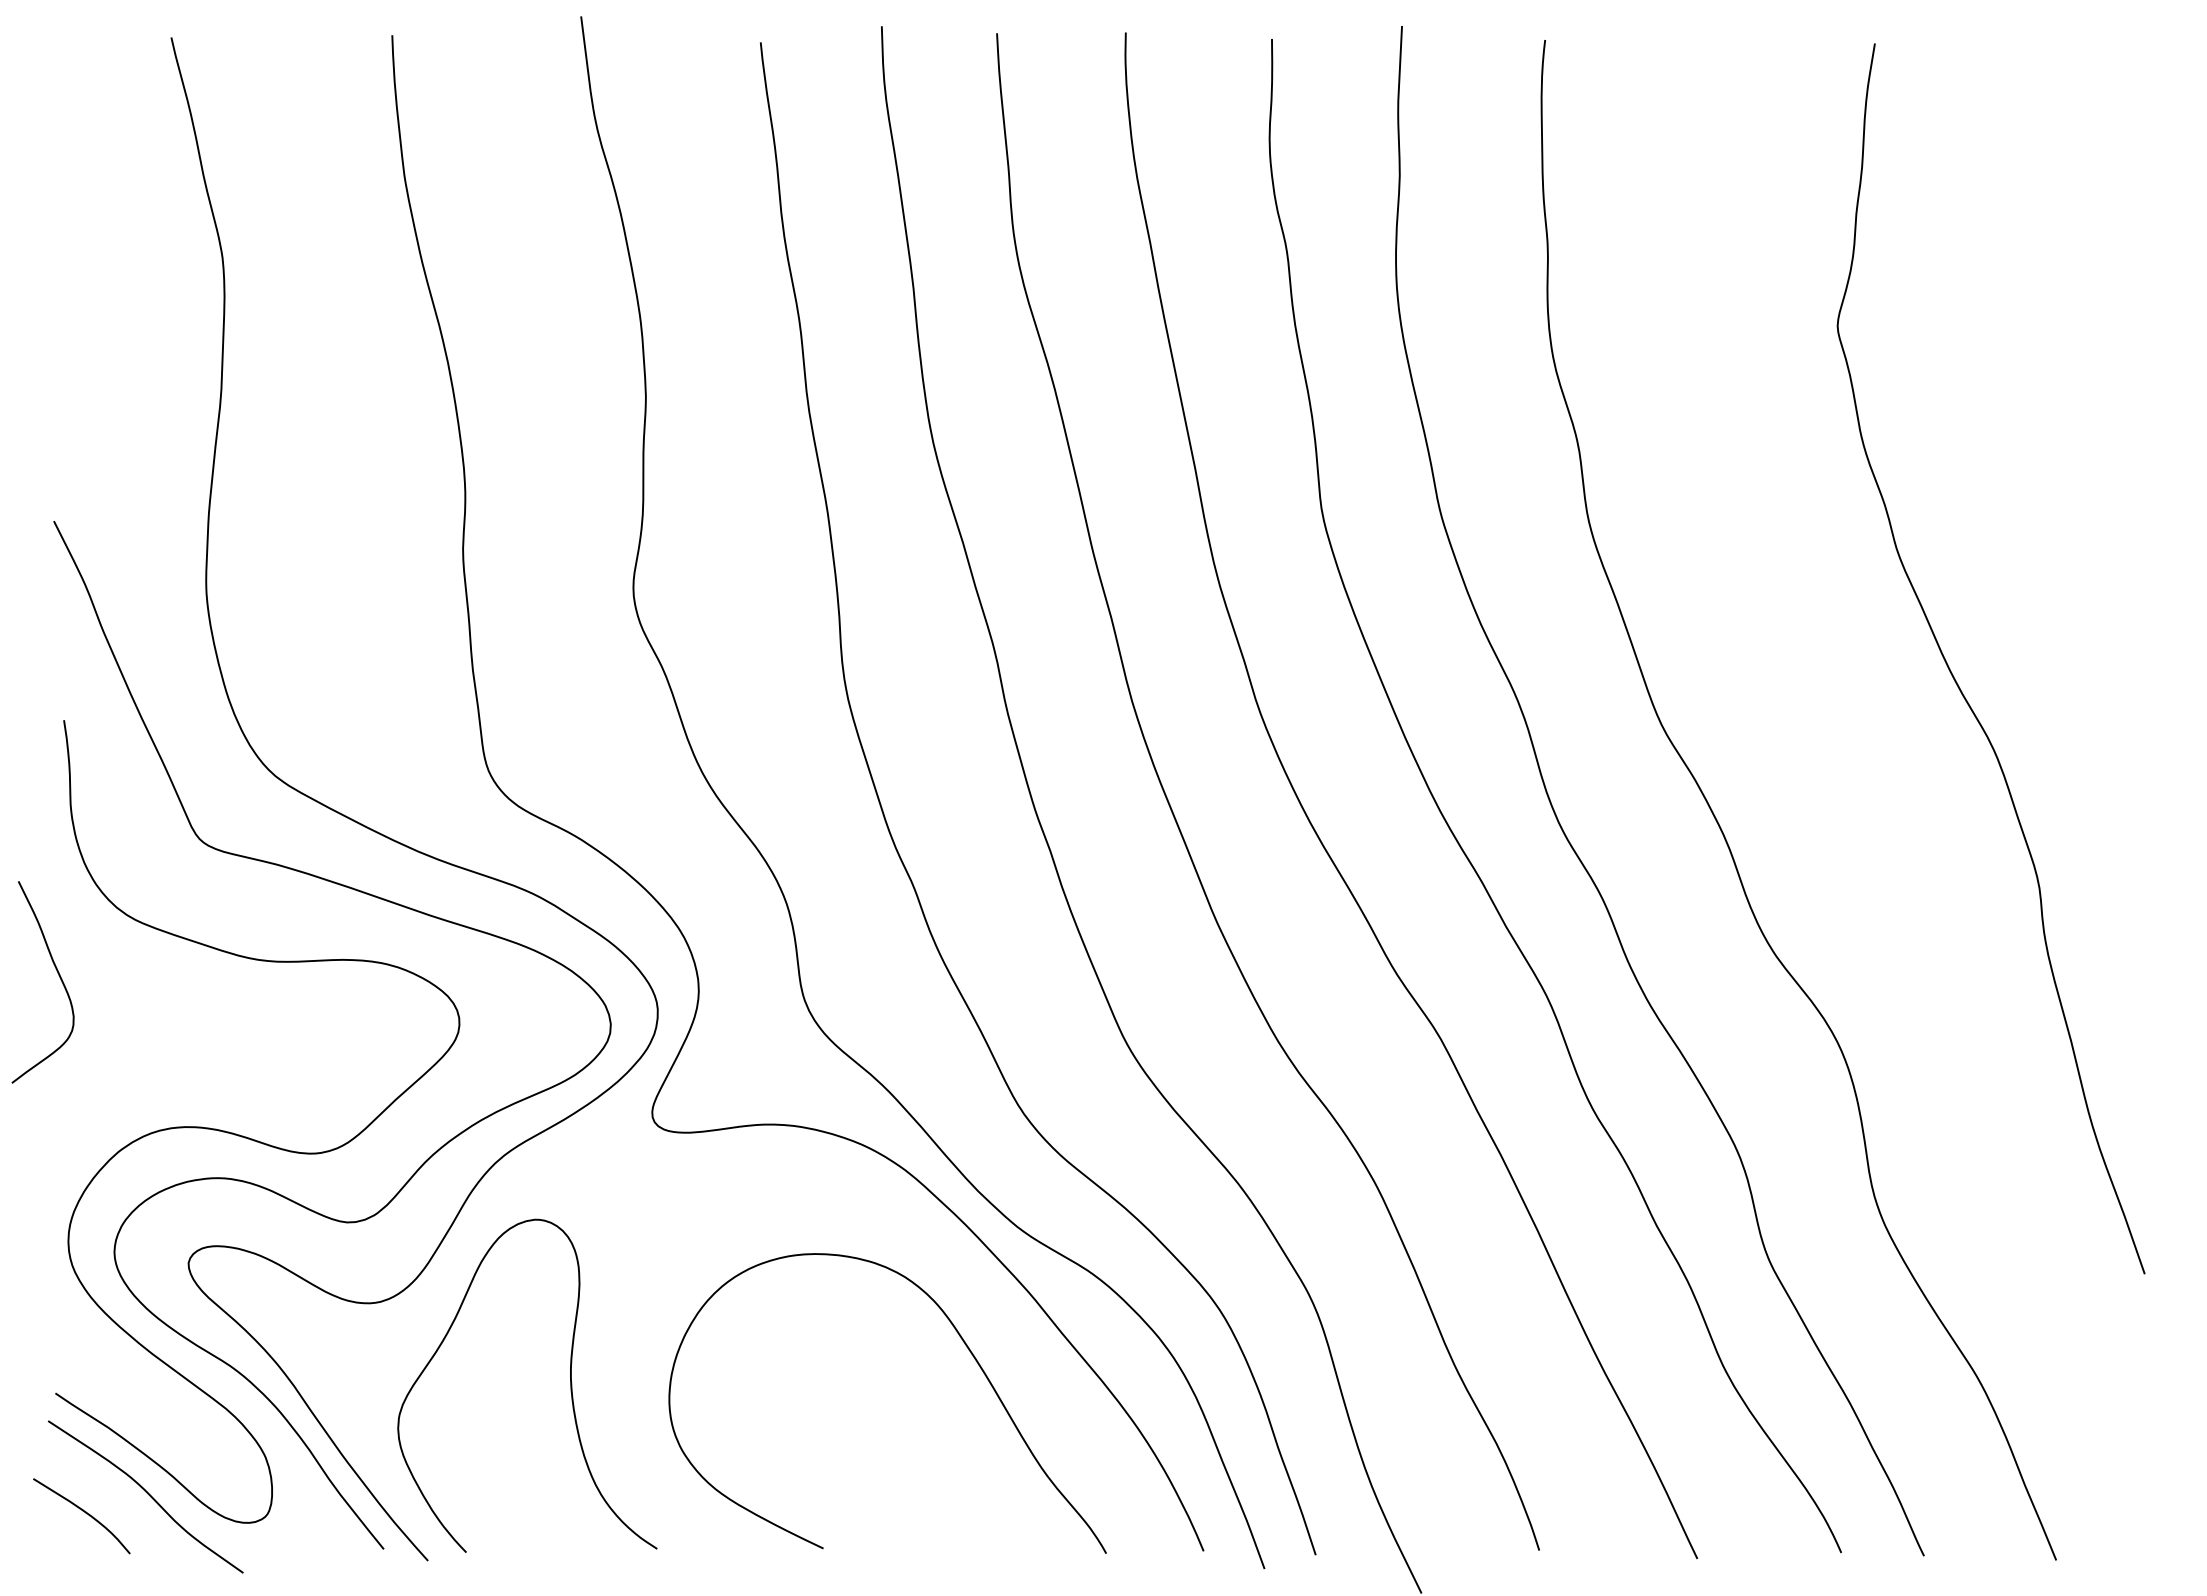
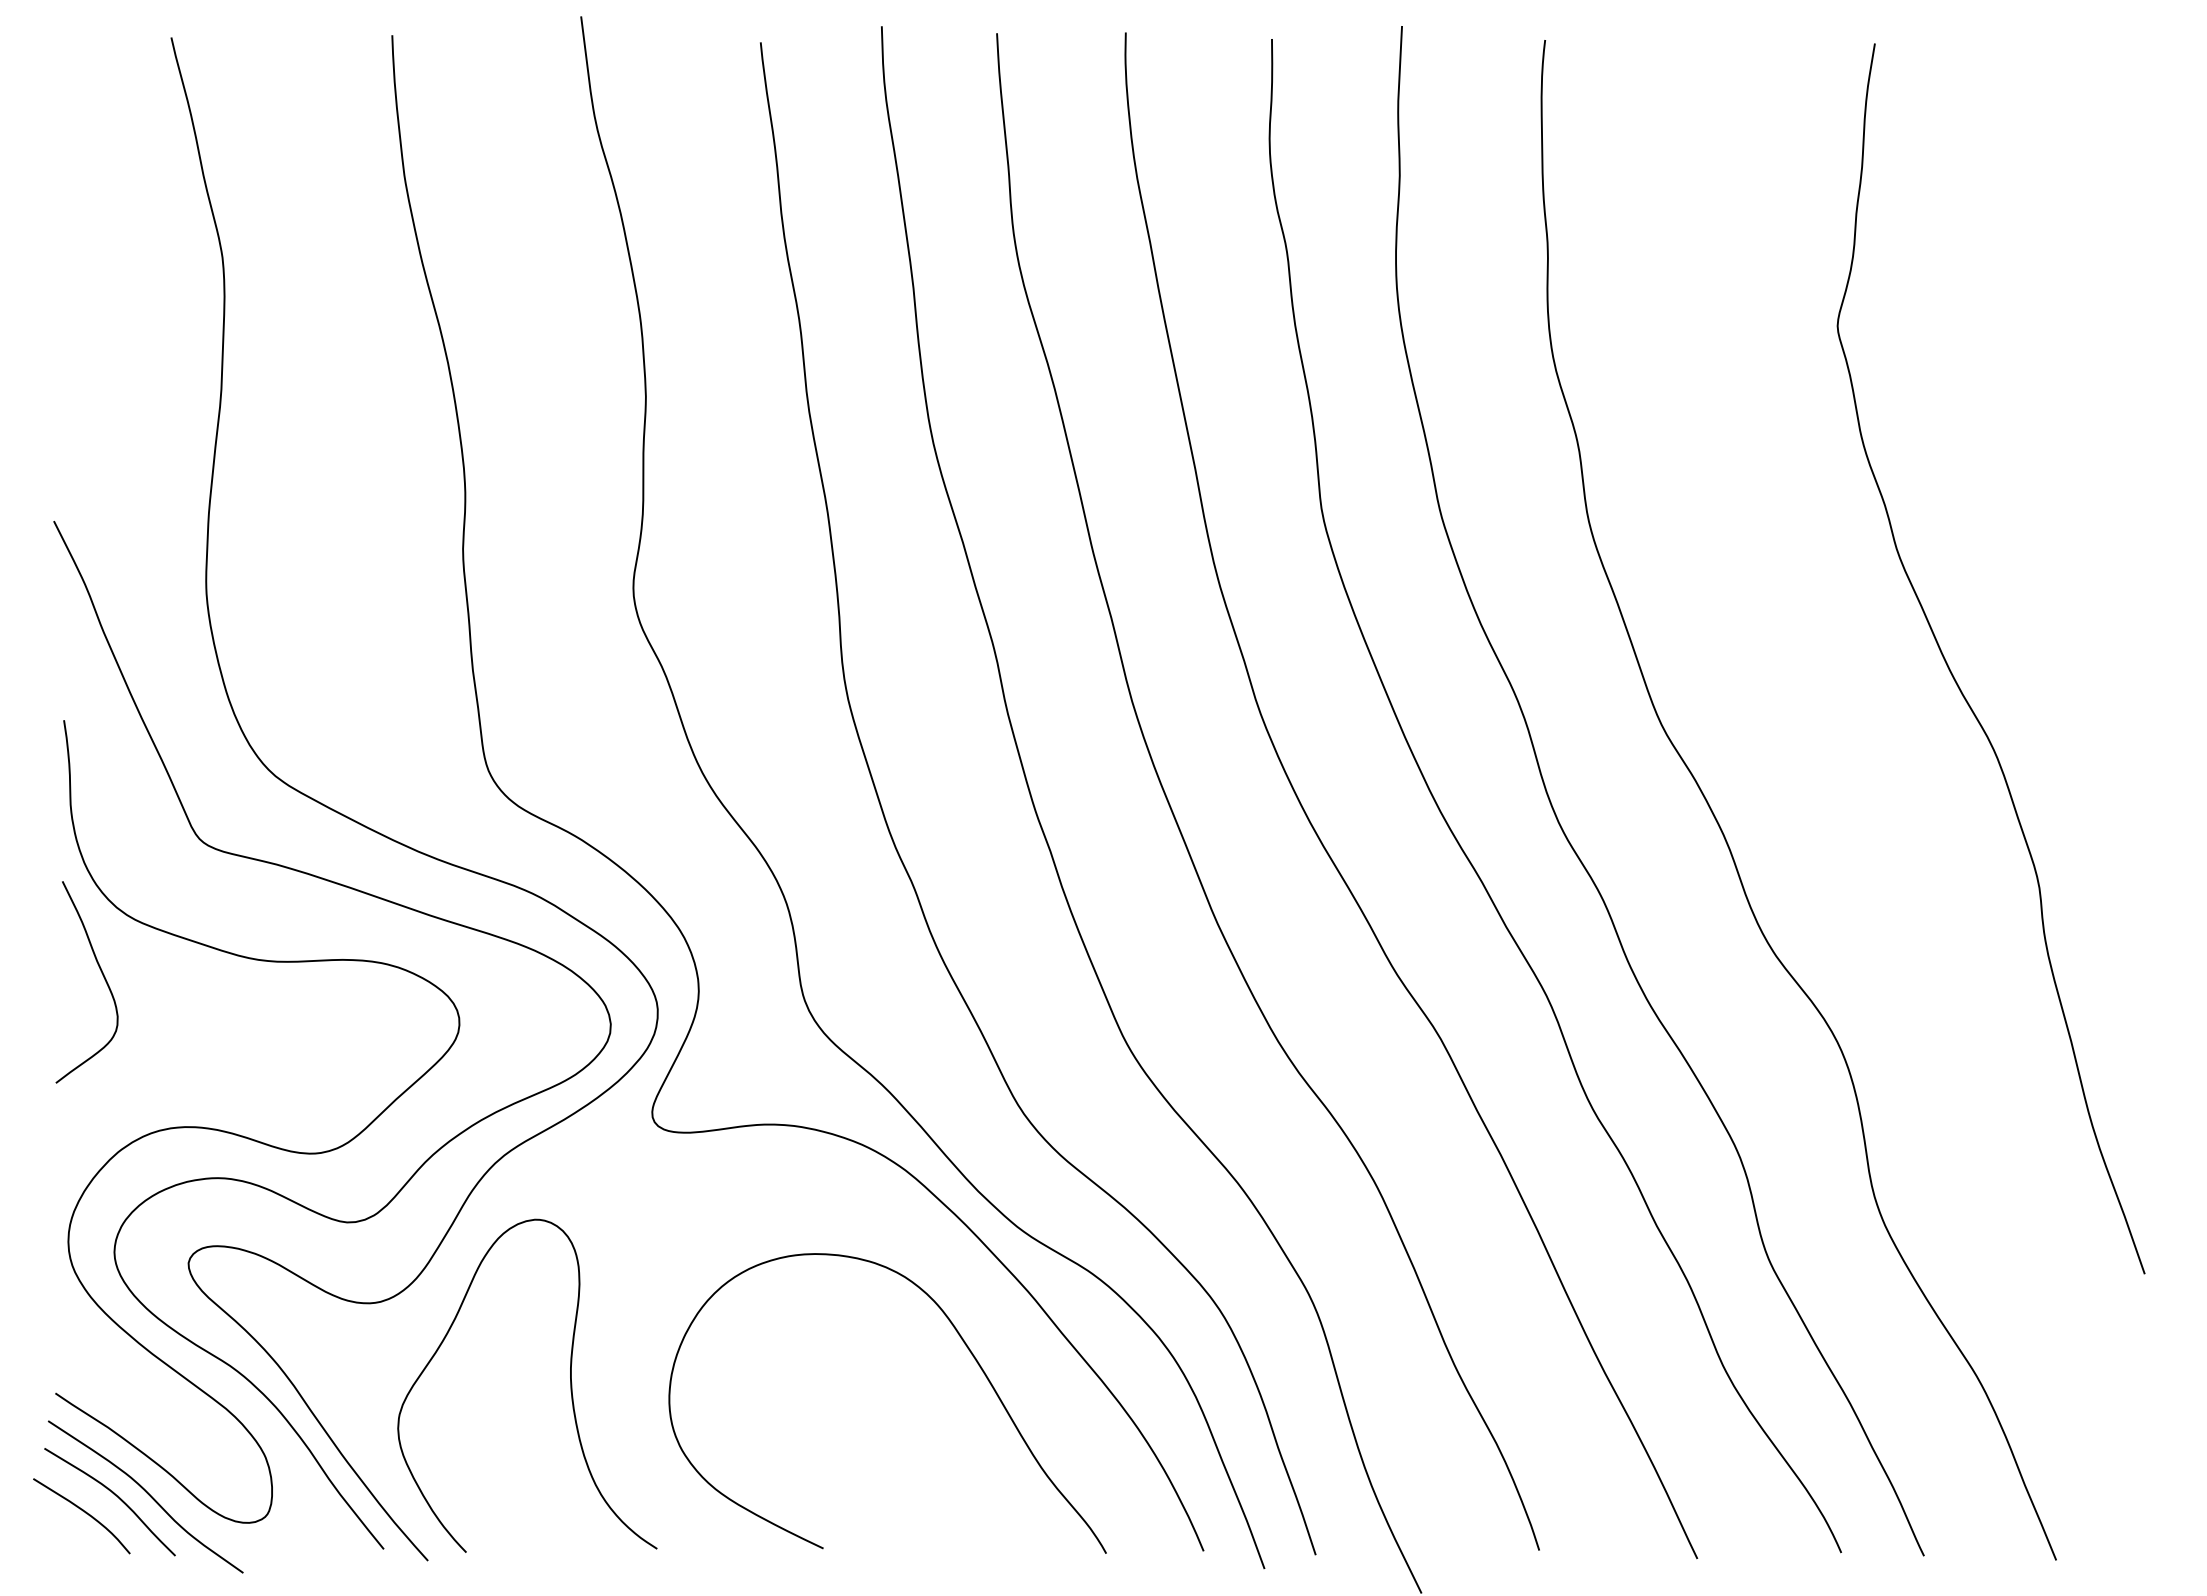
curve at (58, 975) position: (58, 975) -> (102, 975)
curve at (114, 1495): none -> present
